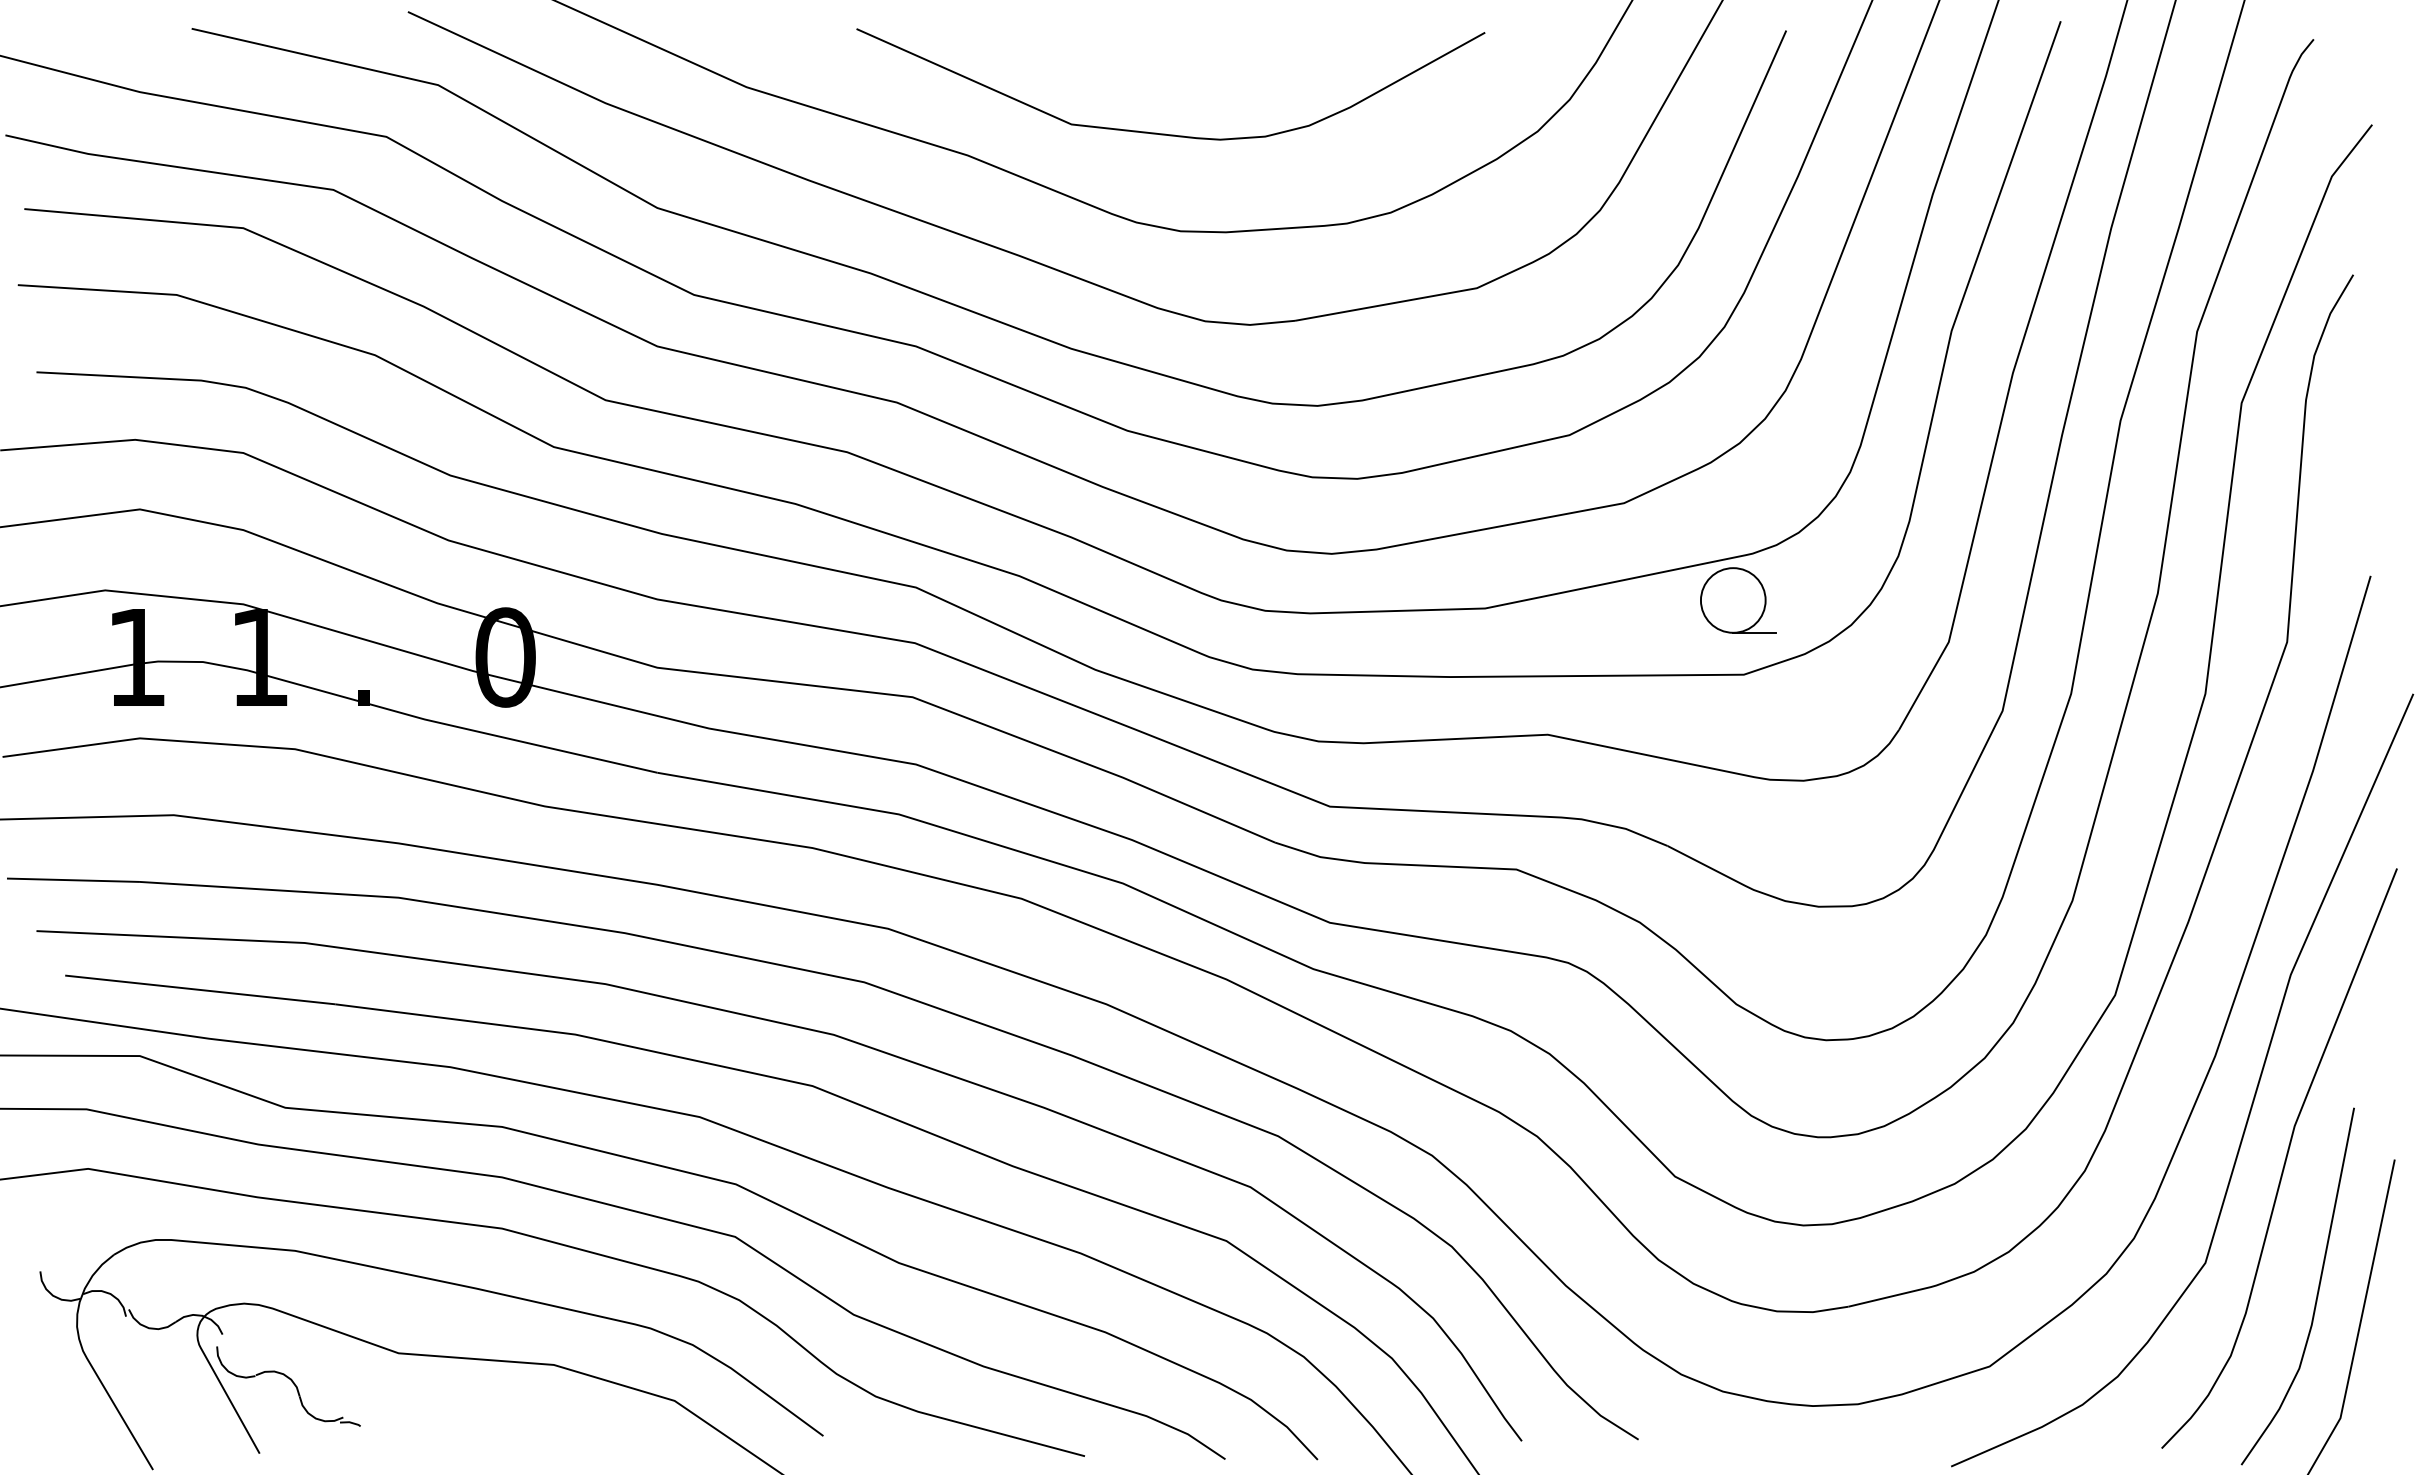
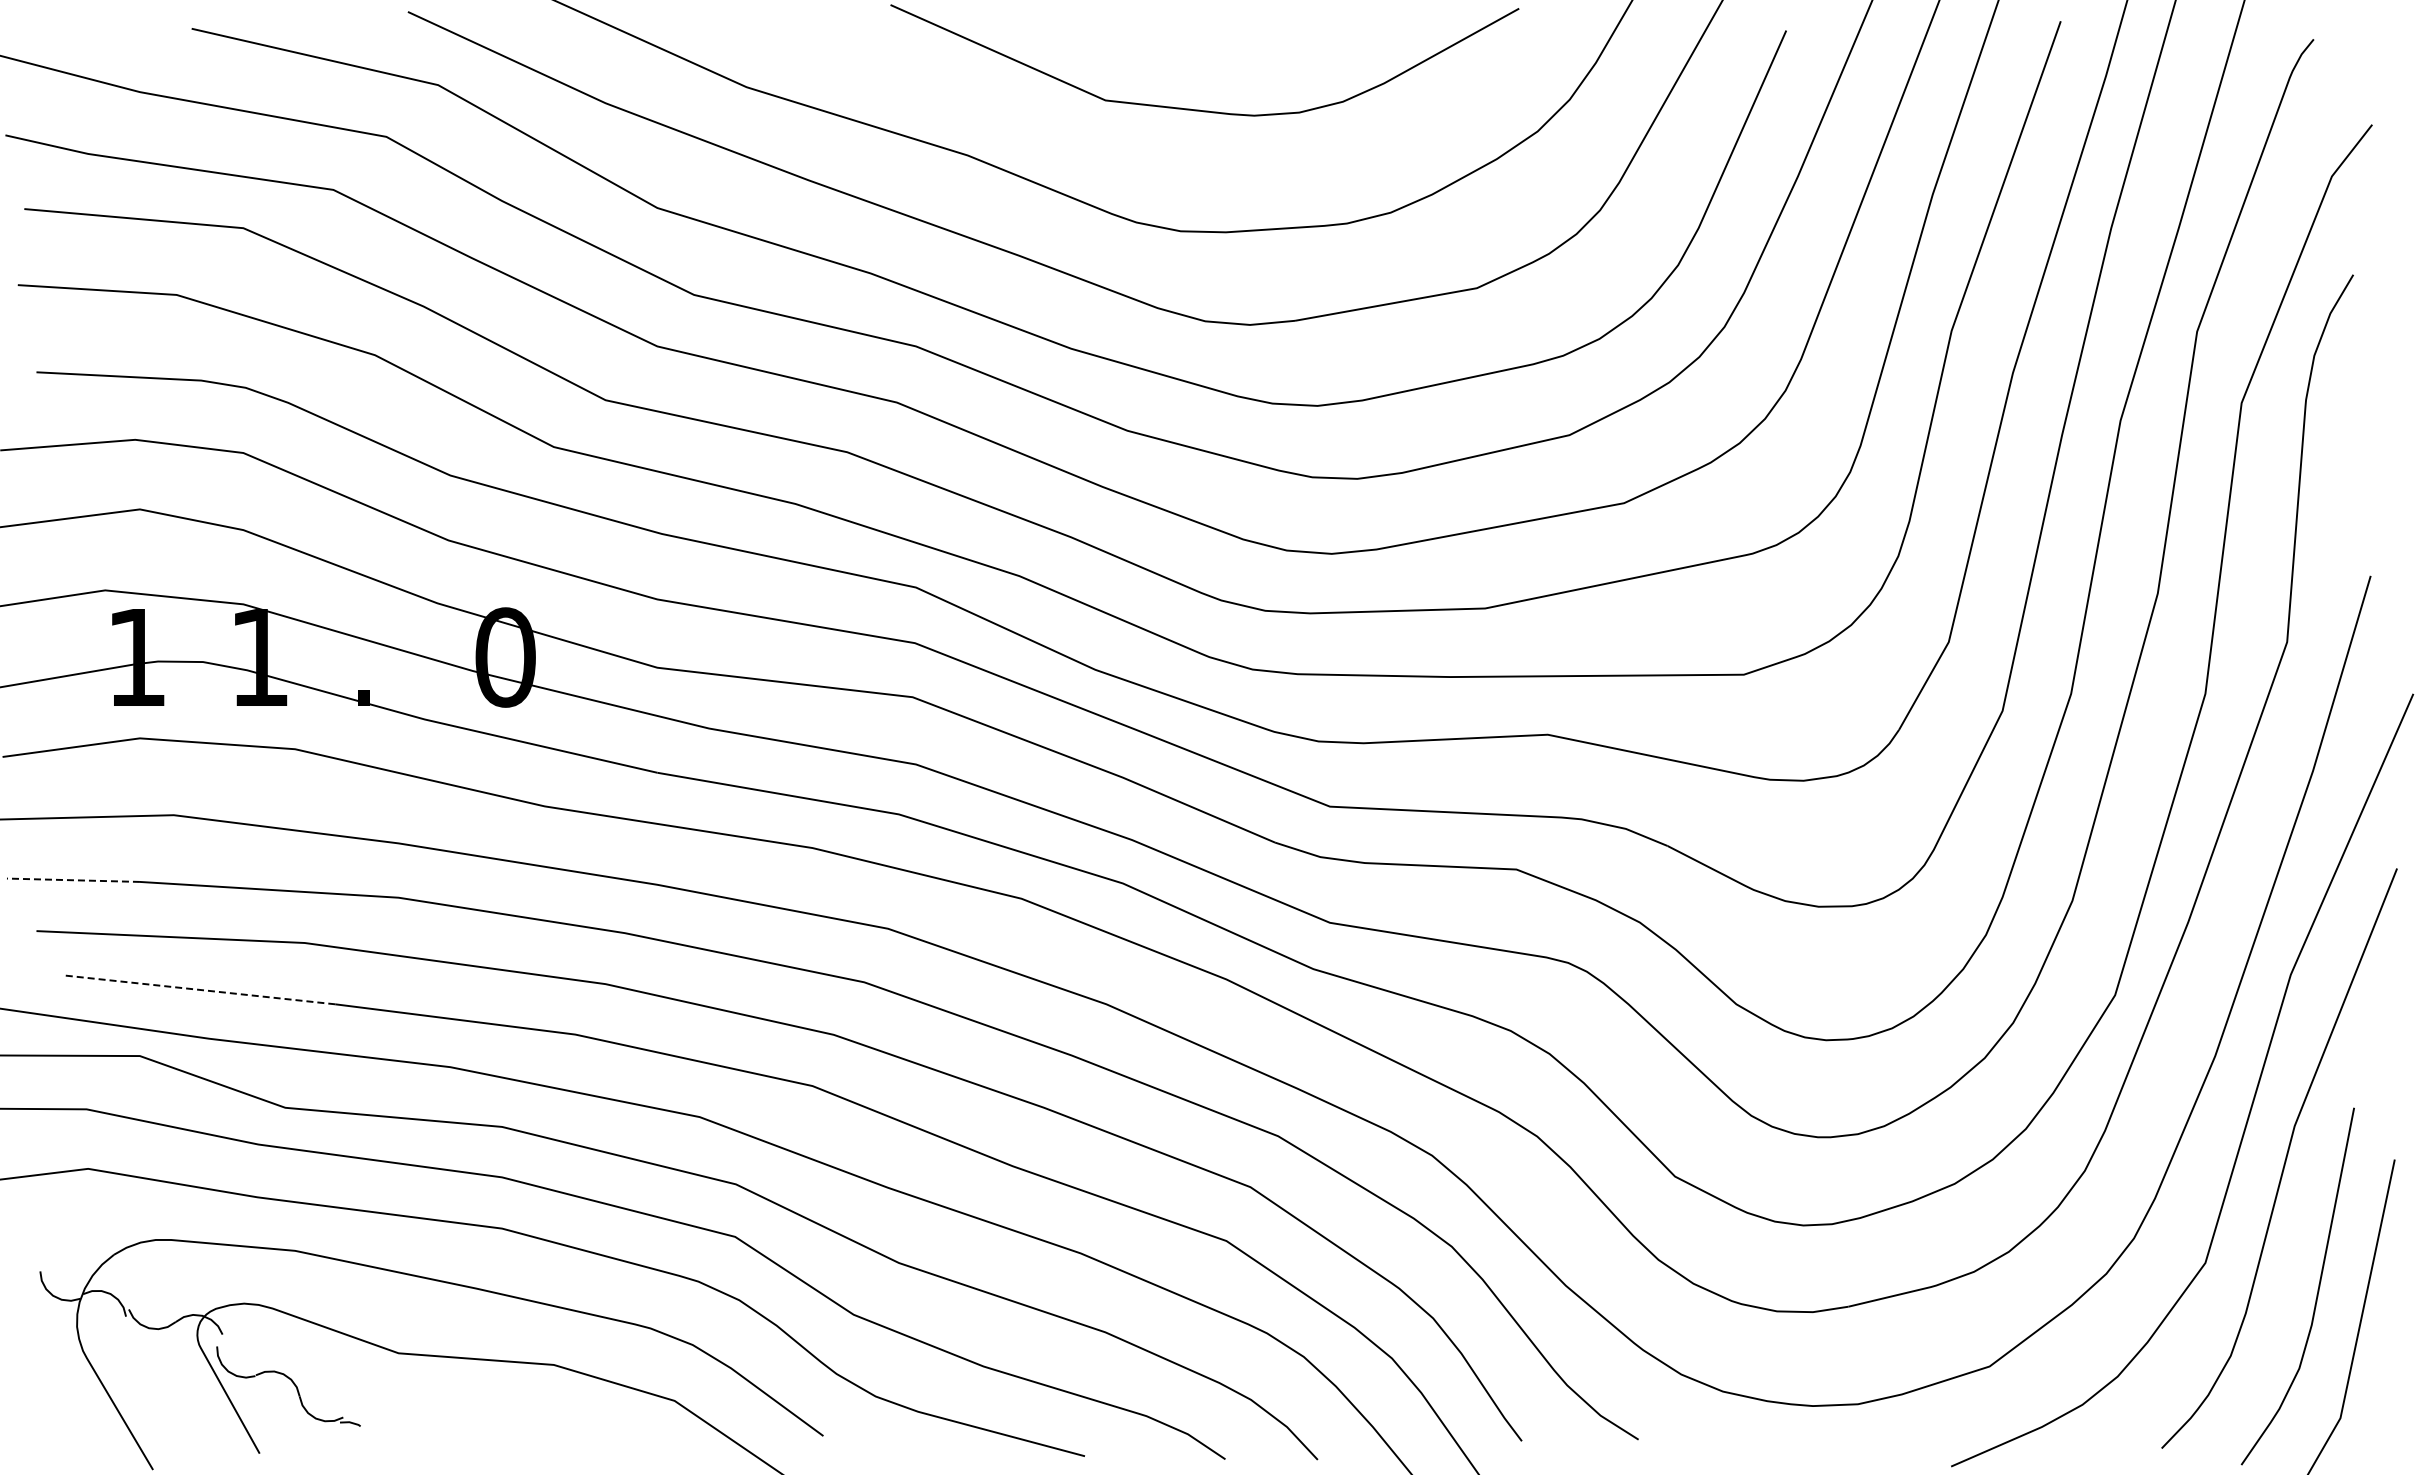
curve at (1165, 133) position: (1165, 133) -> (1199, 109)
part at (1738, 600): present -> none
line at (73, 880): solid -> dashed
line at (200, 989): solid -> dashed
